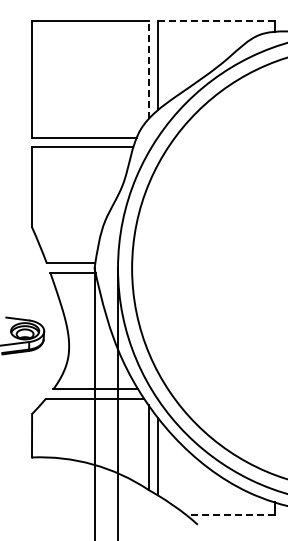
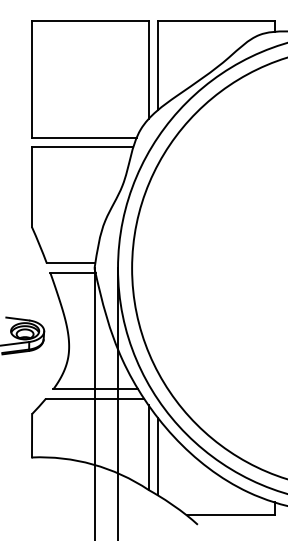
line at (215, 20): dashed -> solid
line at (148, 69): dashed -> solid
line at (230, 515): dashed -> solid
